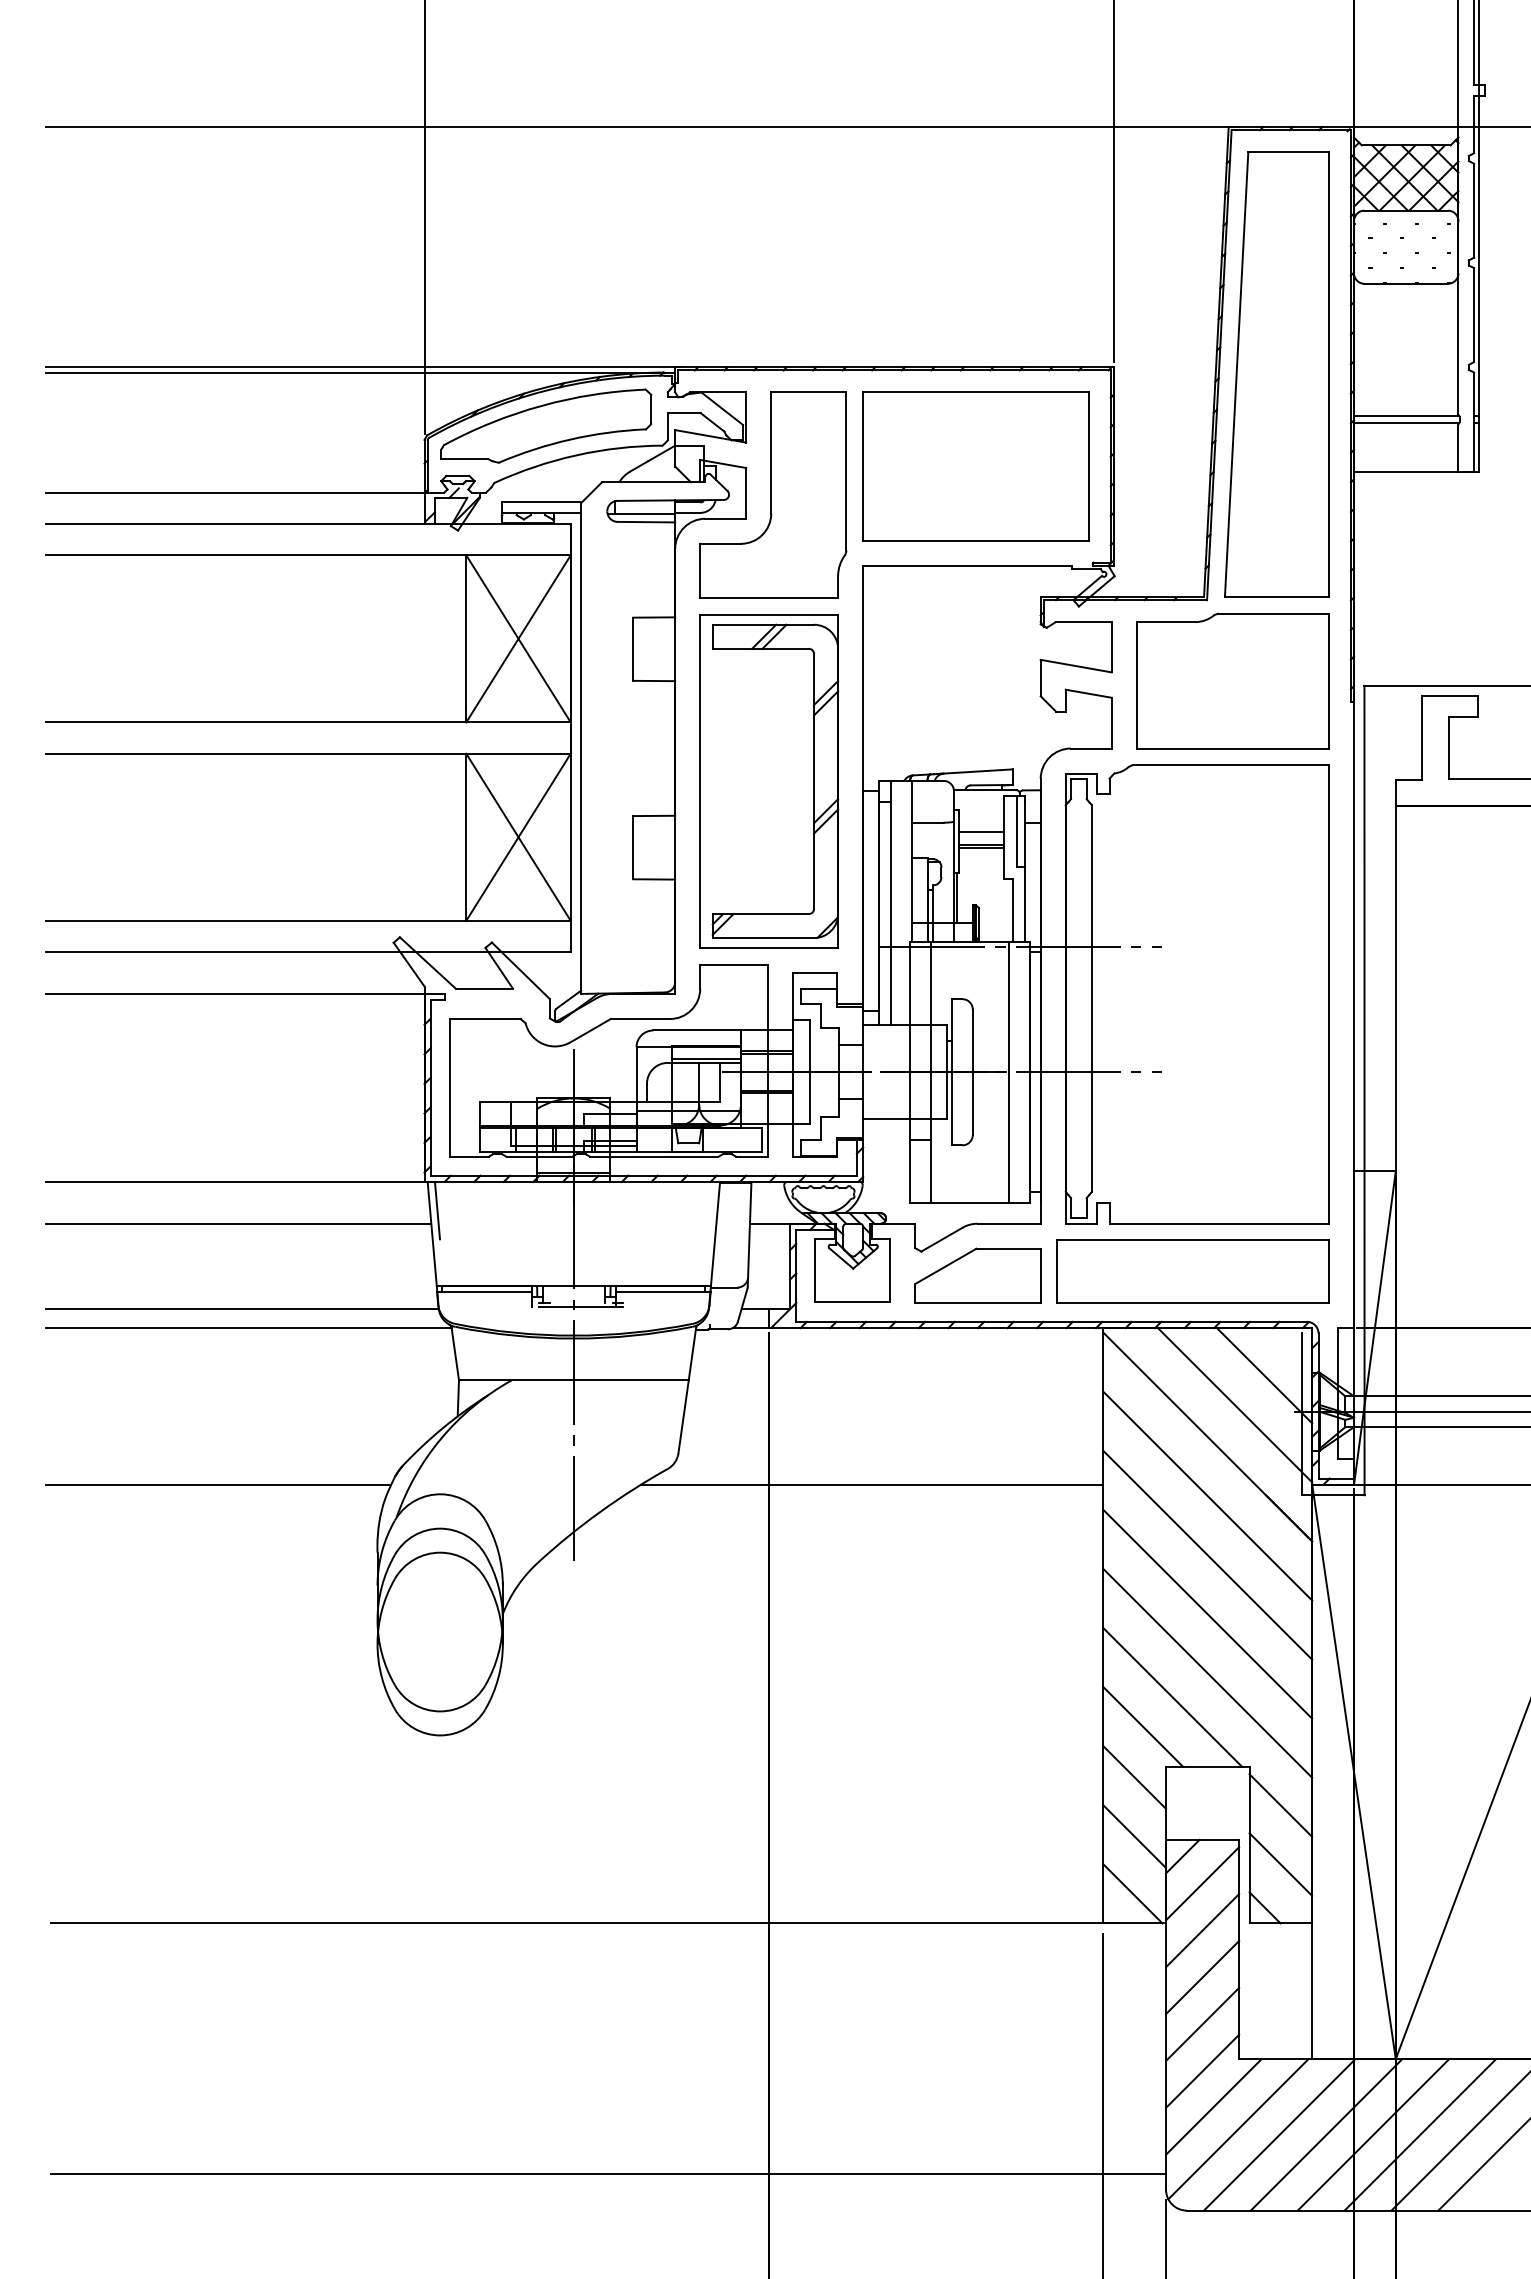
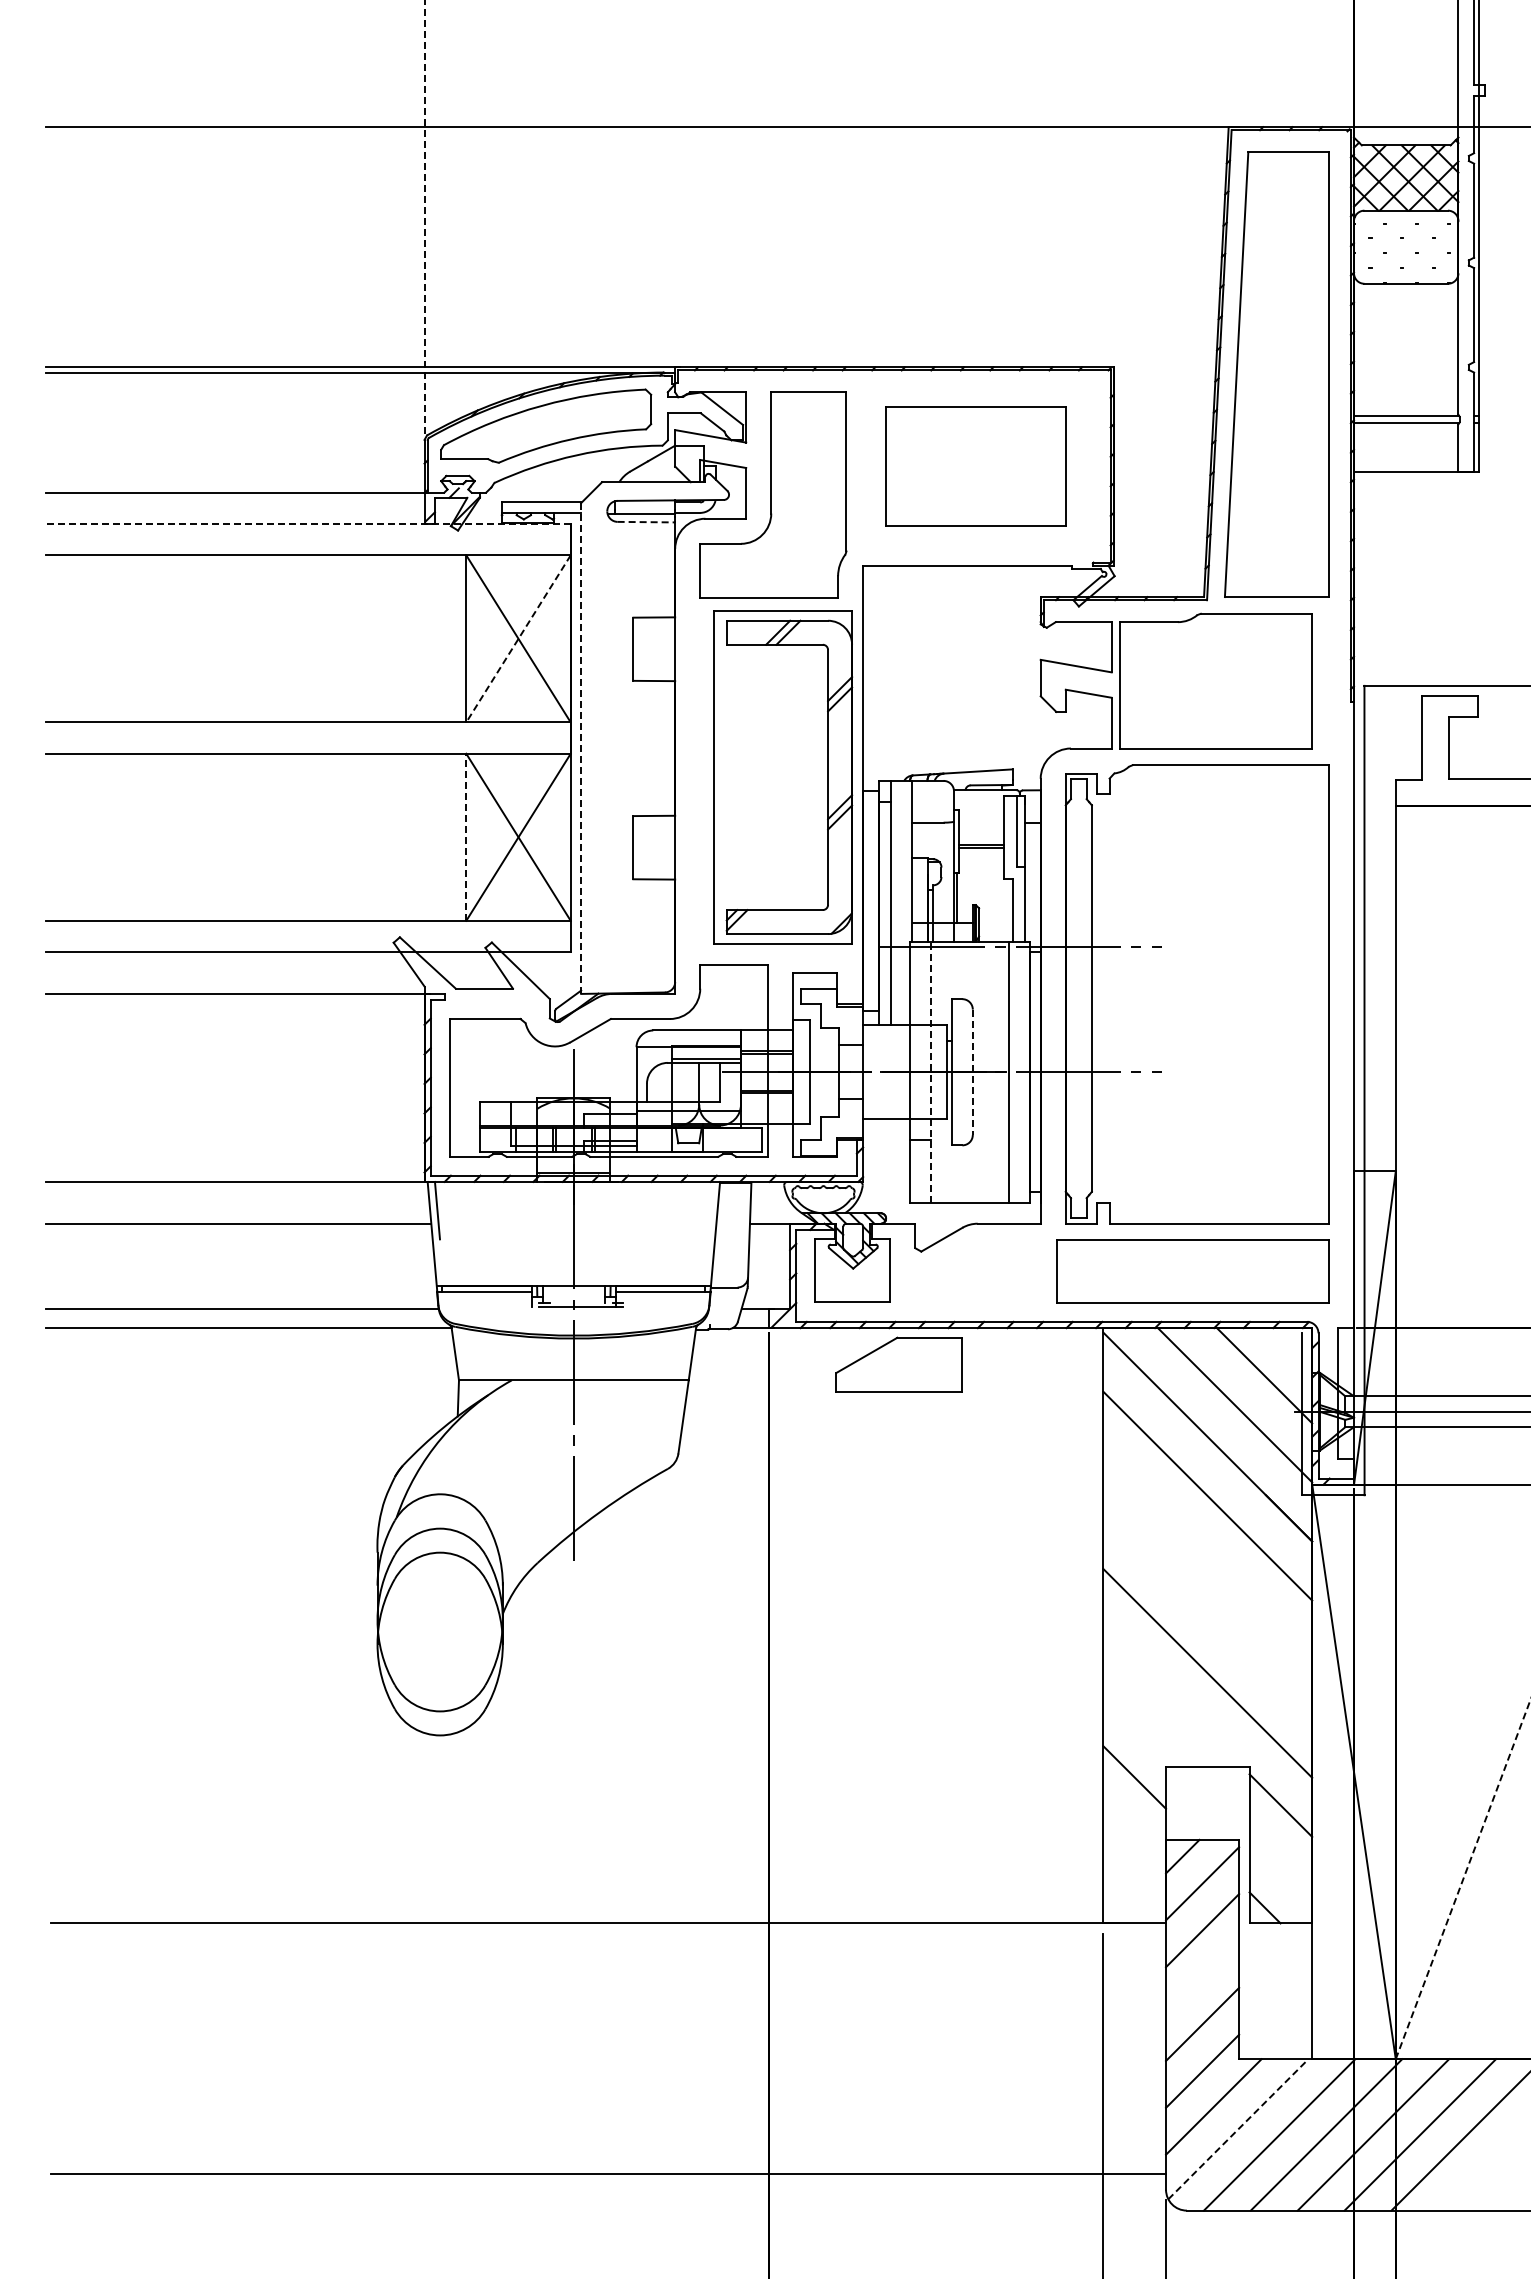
line at (1113, 182): present -> none
line at (424, 217): solid -> dashed
part at (975, 466) size: 228x151 px -> 182x121 px
line at (646, 522): solid -> dashed
line at (307, 523): solid -> dashed
line at (518, 638): solid -> dashed
part at (1232, 680) position: (1232, 680) -> (1215, 680)
line at (581, 748): solid -> dashed
part at (769, 781) position: (769, 781) -> (783, 777)
line at (981, 832): present -> none
line at (466, 837): solid -> dashed
line at (931, 1072): solid -> dashed
line at (972, 1072): solid -> dashed
part at (977, 1275) position: (977, 1275) -> (898, 1364)
line at (218, 1484): present -> none
line at (871, 1484): present -> none
line at (1207, 1554): present -> none
line at (1207, 1613): present -> none
line at (1172, 1697): present -> none
line at (1143, 1726): present -> none
line at (1134, 1836): present -> none
line at (1280, 1864): present -> none
line at (1463, 1878): solid -> dashed
line at (1132, 1893): present -> none
line at (1202, 1977): present -> none
line at (1238, 2128): solid -> dashed
line at (1482, 2165): present -> none
